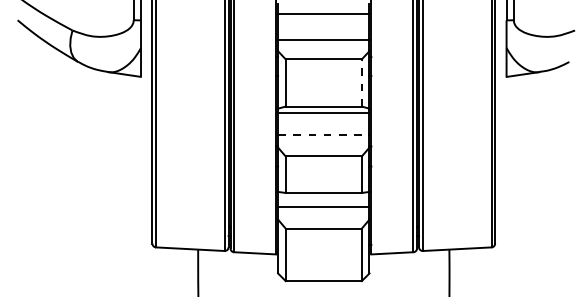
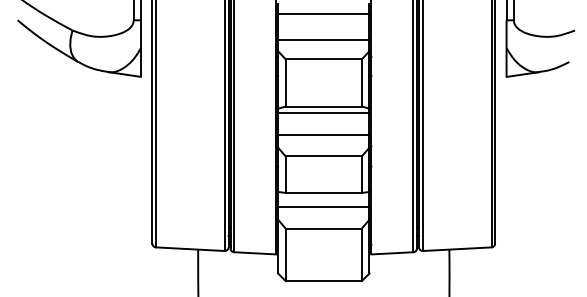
line at (361, 82): dashed -> solid
line at (323, 135): dashed -> solid
